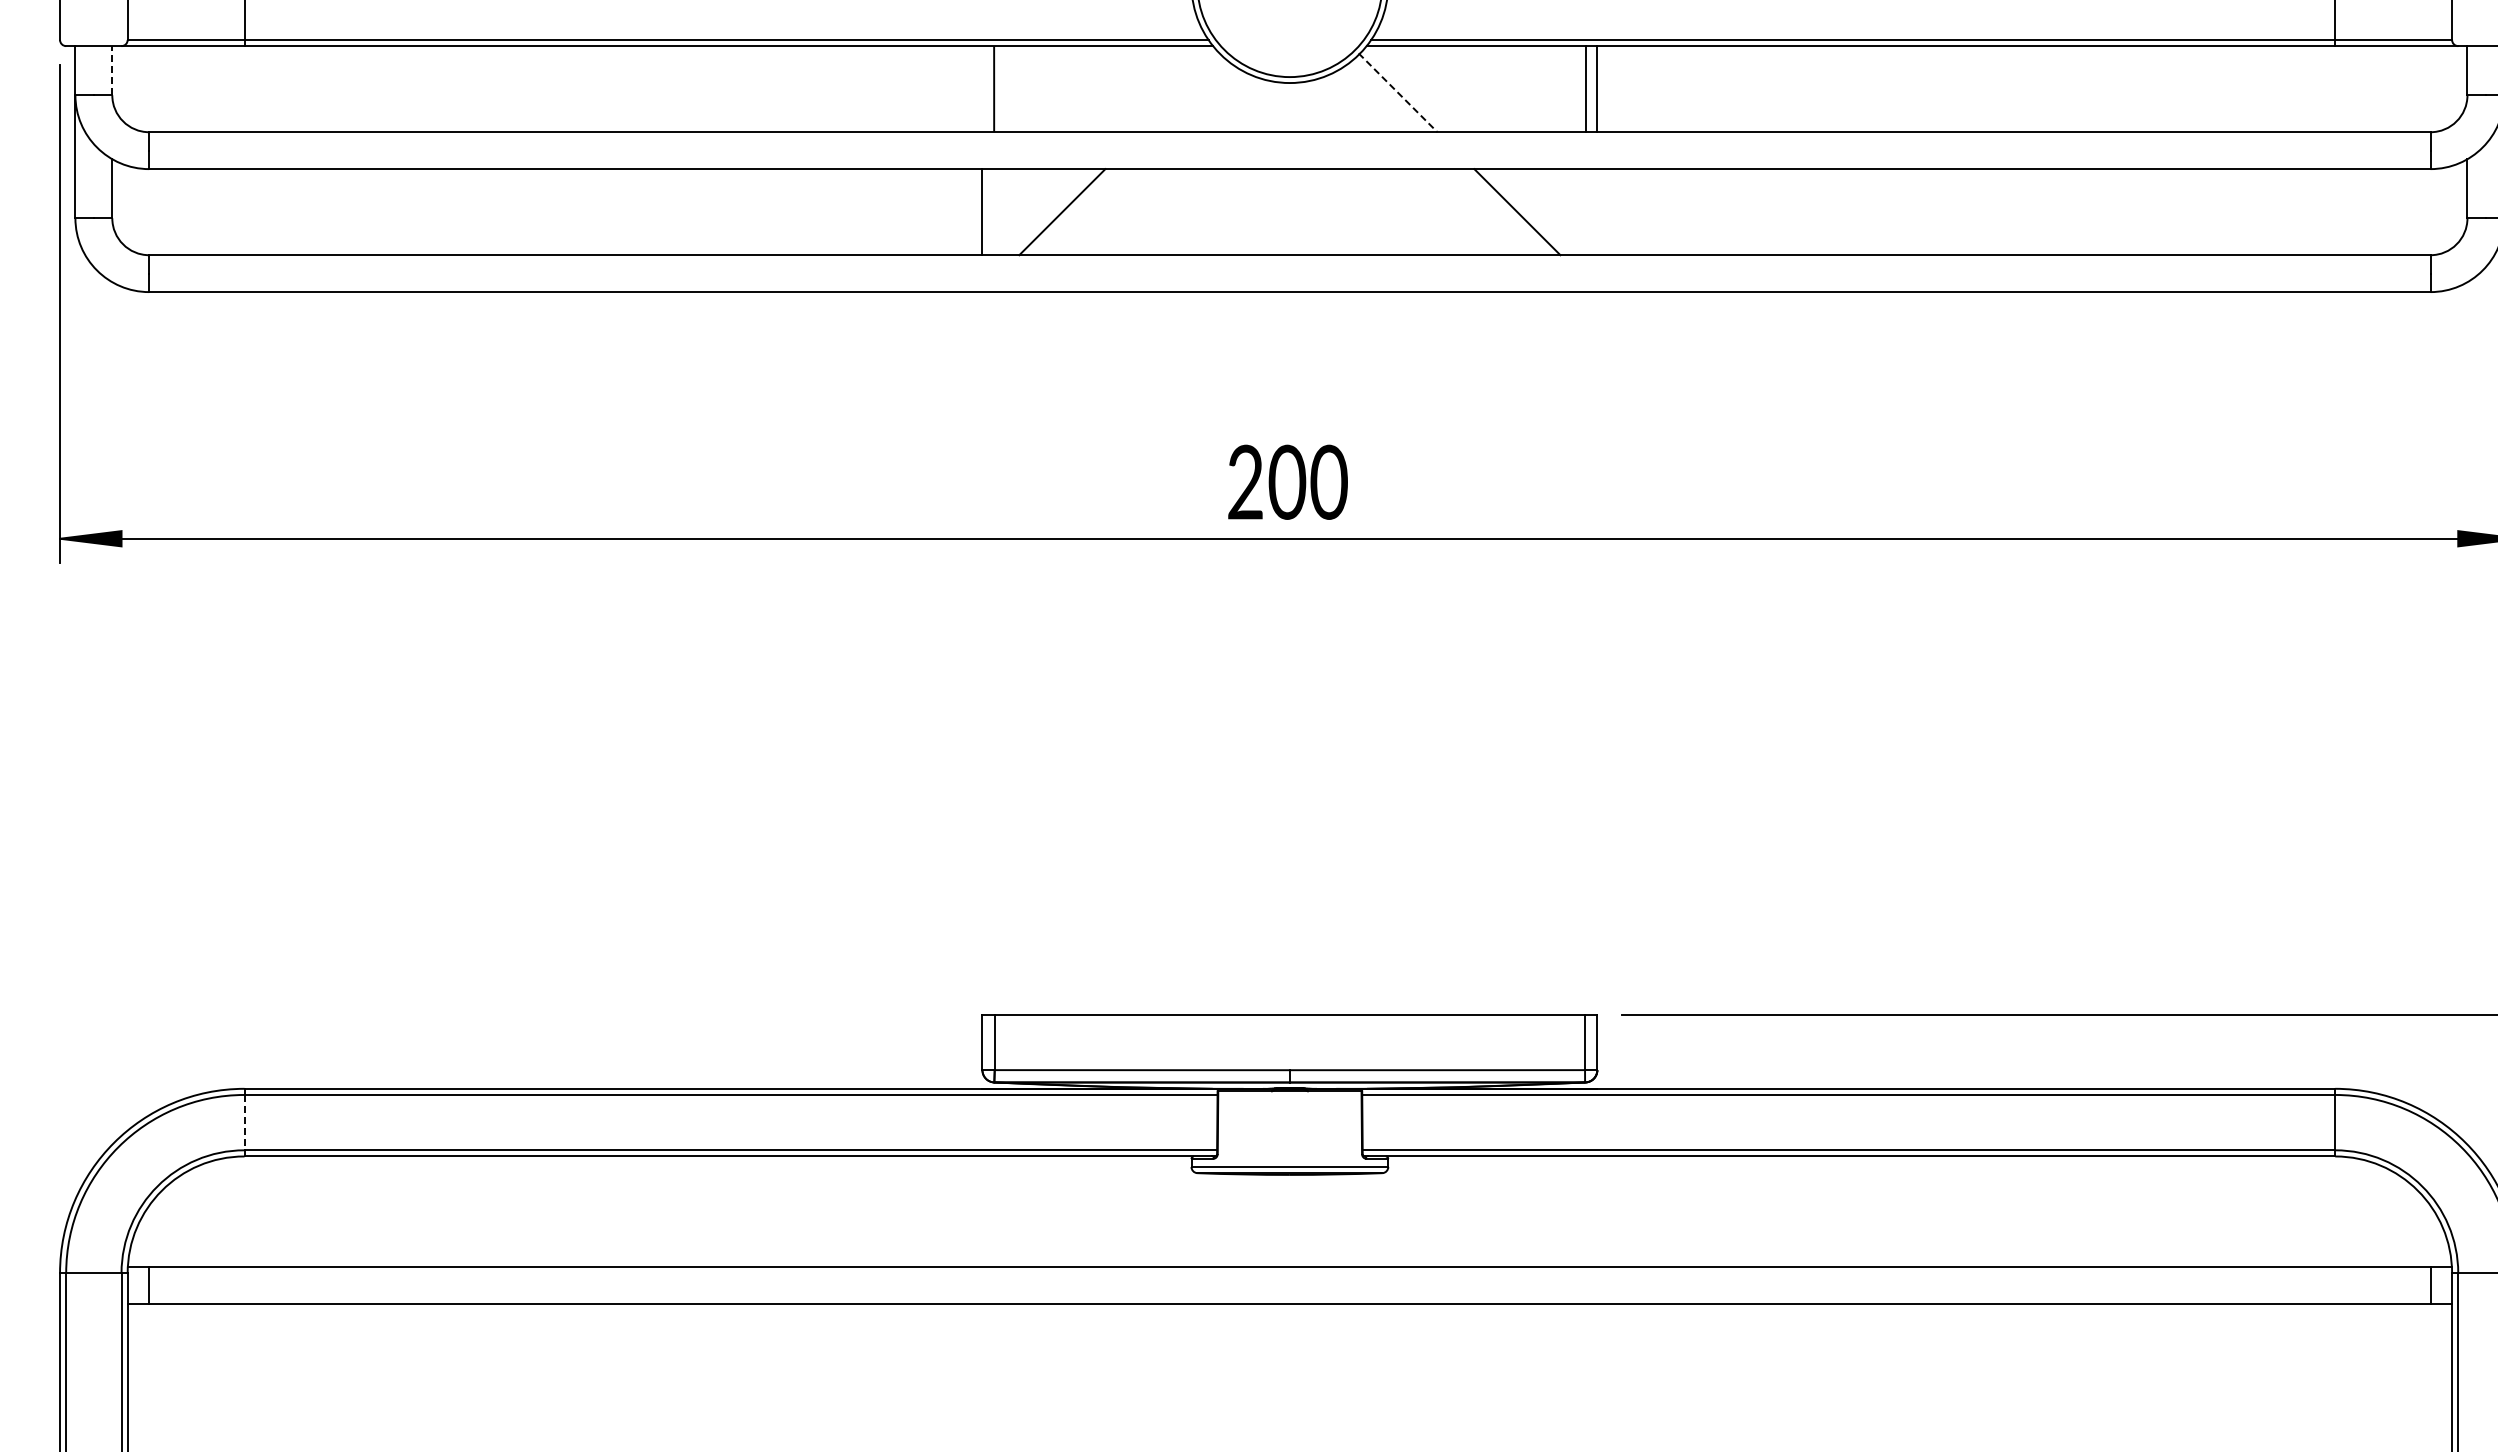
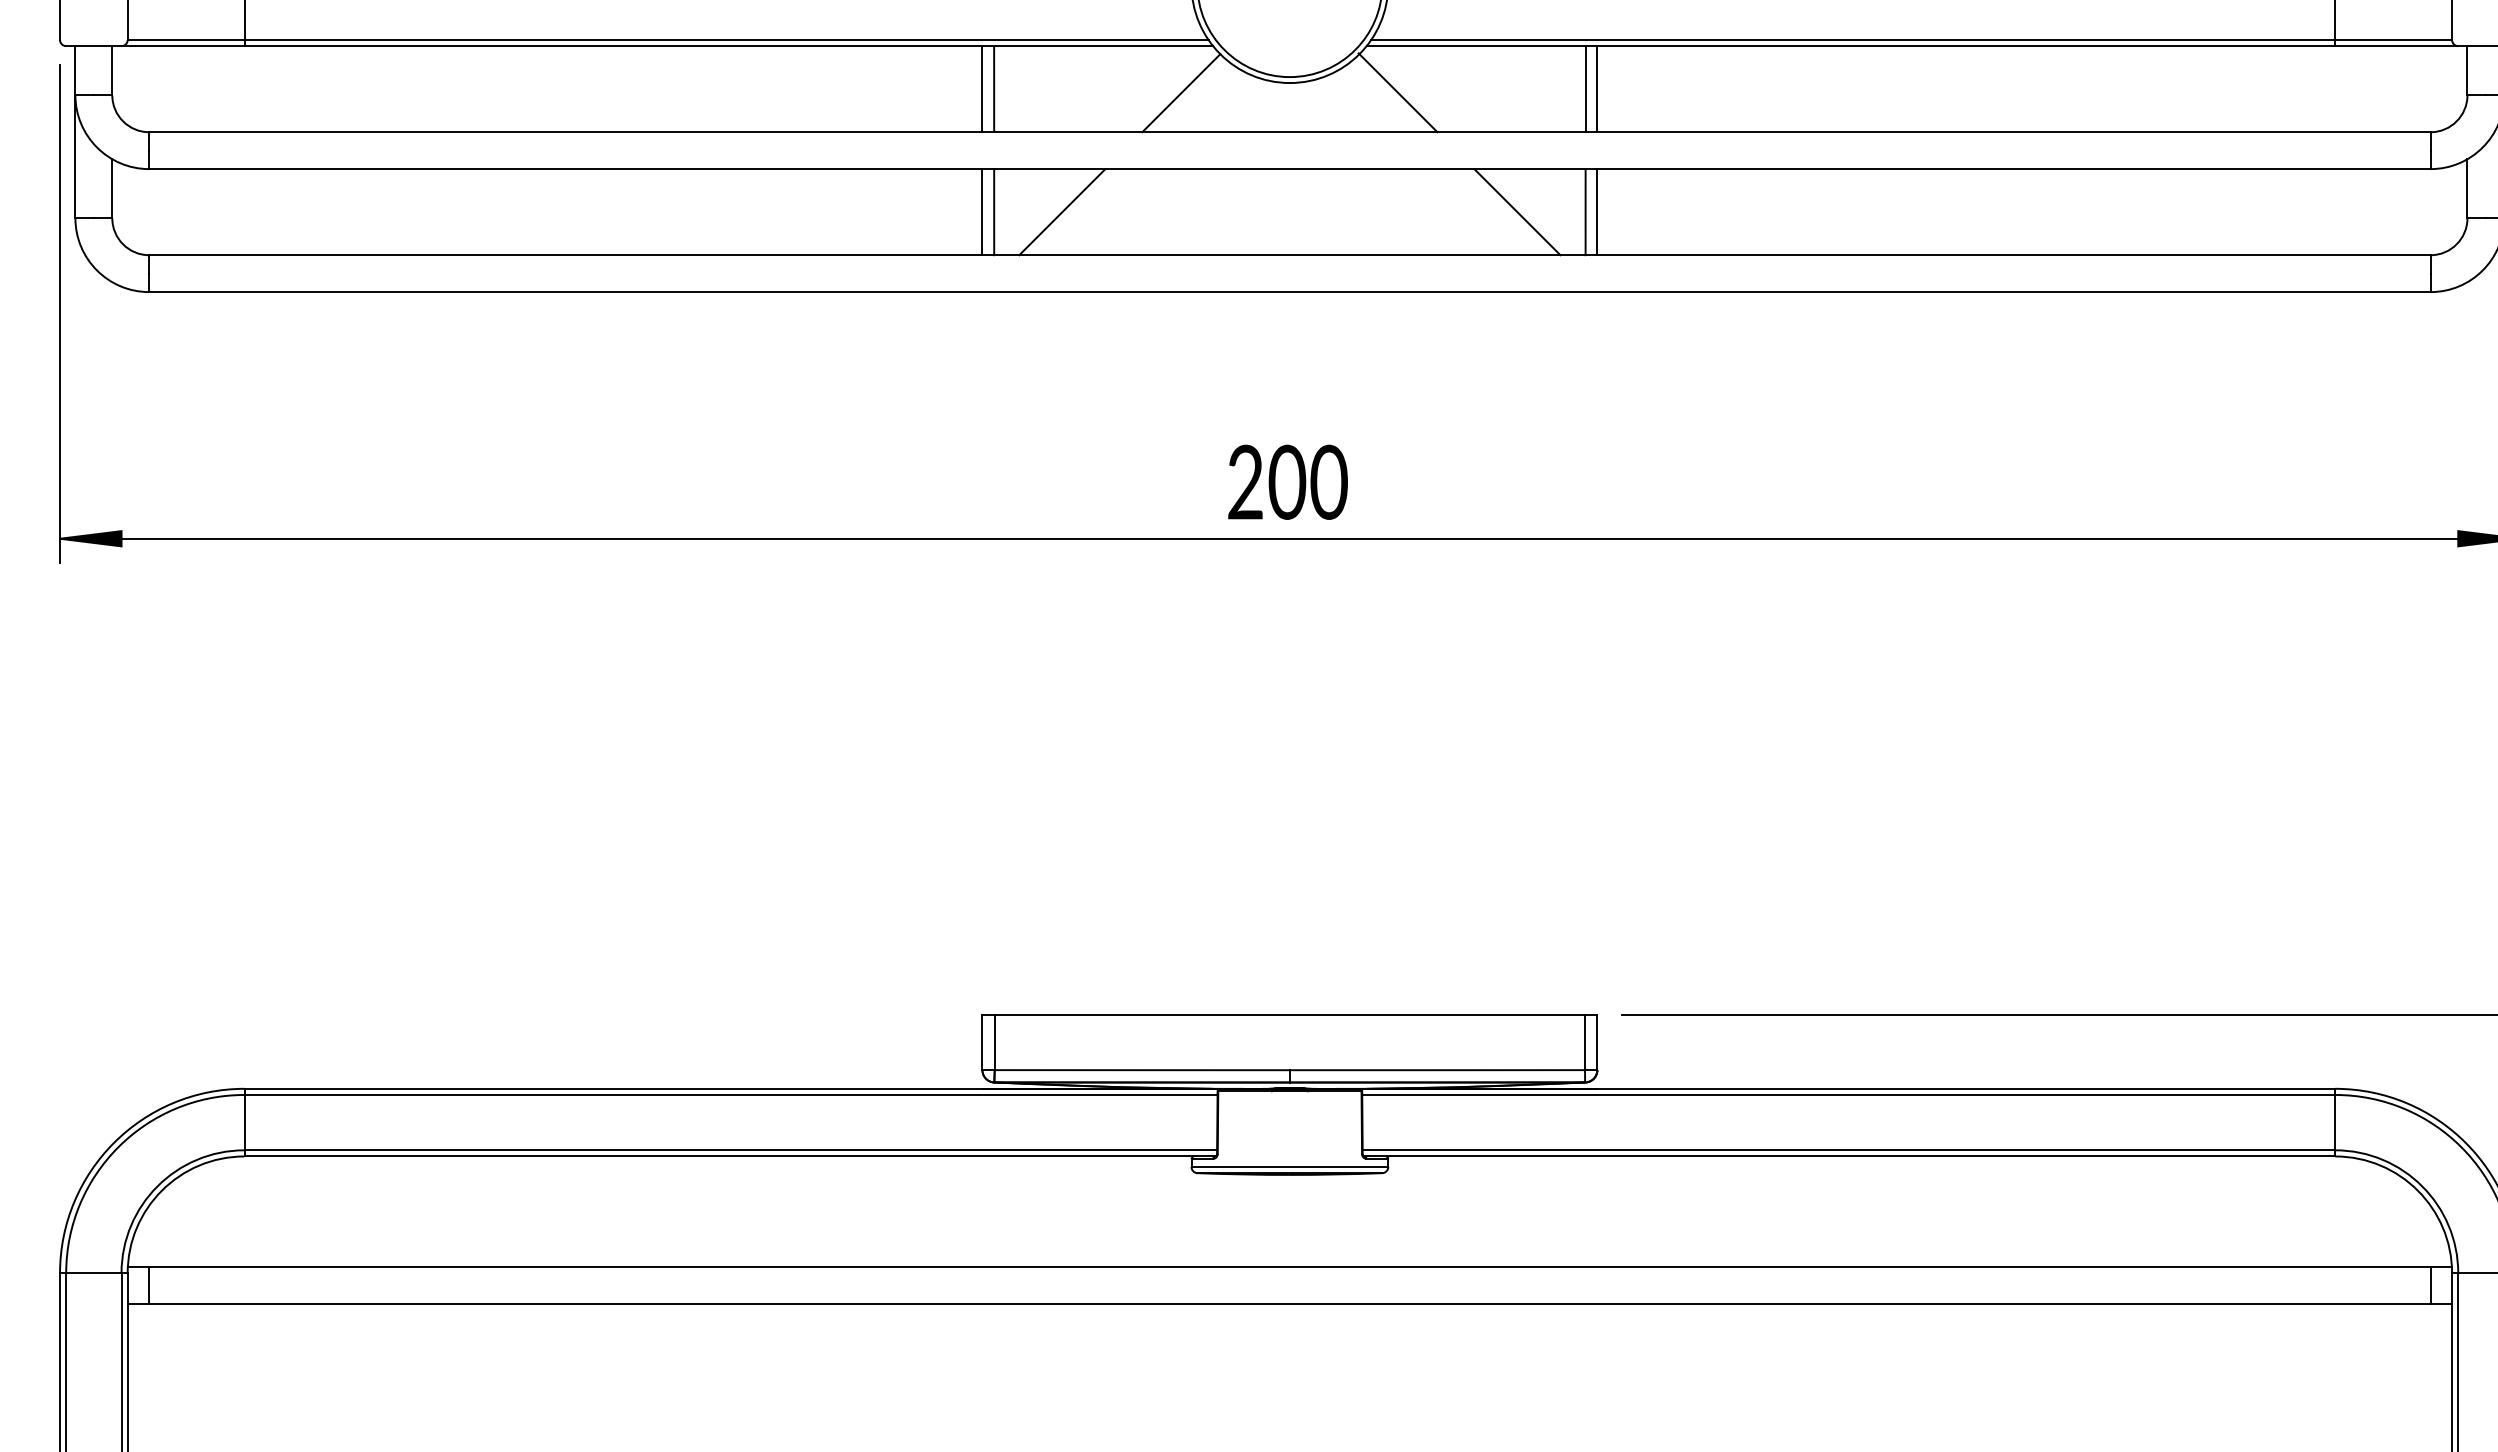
line at (112, 70): dashed -> solid
line at (982, 89): none -> present
line at (1398, 92): dashed -> solid
line at (1181, 93): none -> present
line at (994, 212): none -> present
line at (1585, 212): none -> present
line at (1597, 212): none -> present
line at (244, 1122): dashed -> solid
